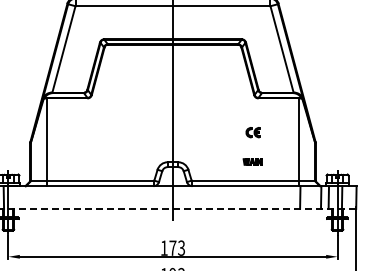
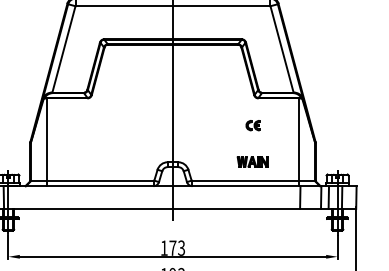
part at (252, 132) position: (252, 132) -> (252, 125)
part at (252, 161) size: 21x8 px -> 33x12 px
line at (178, 208): dashed -> solid
